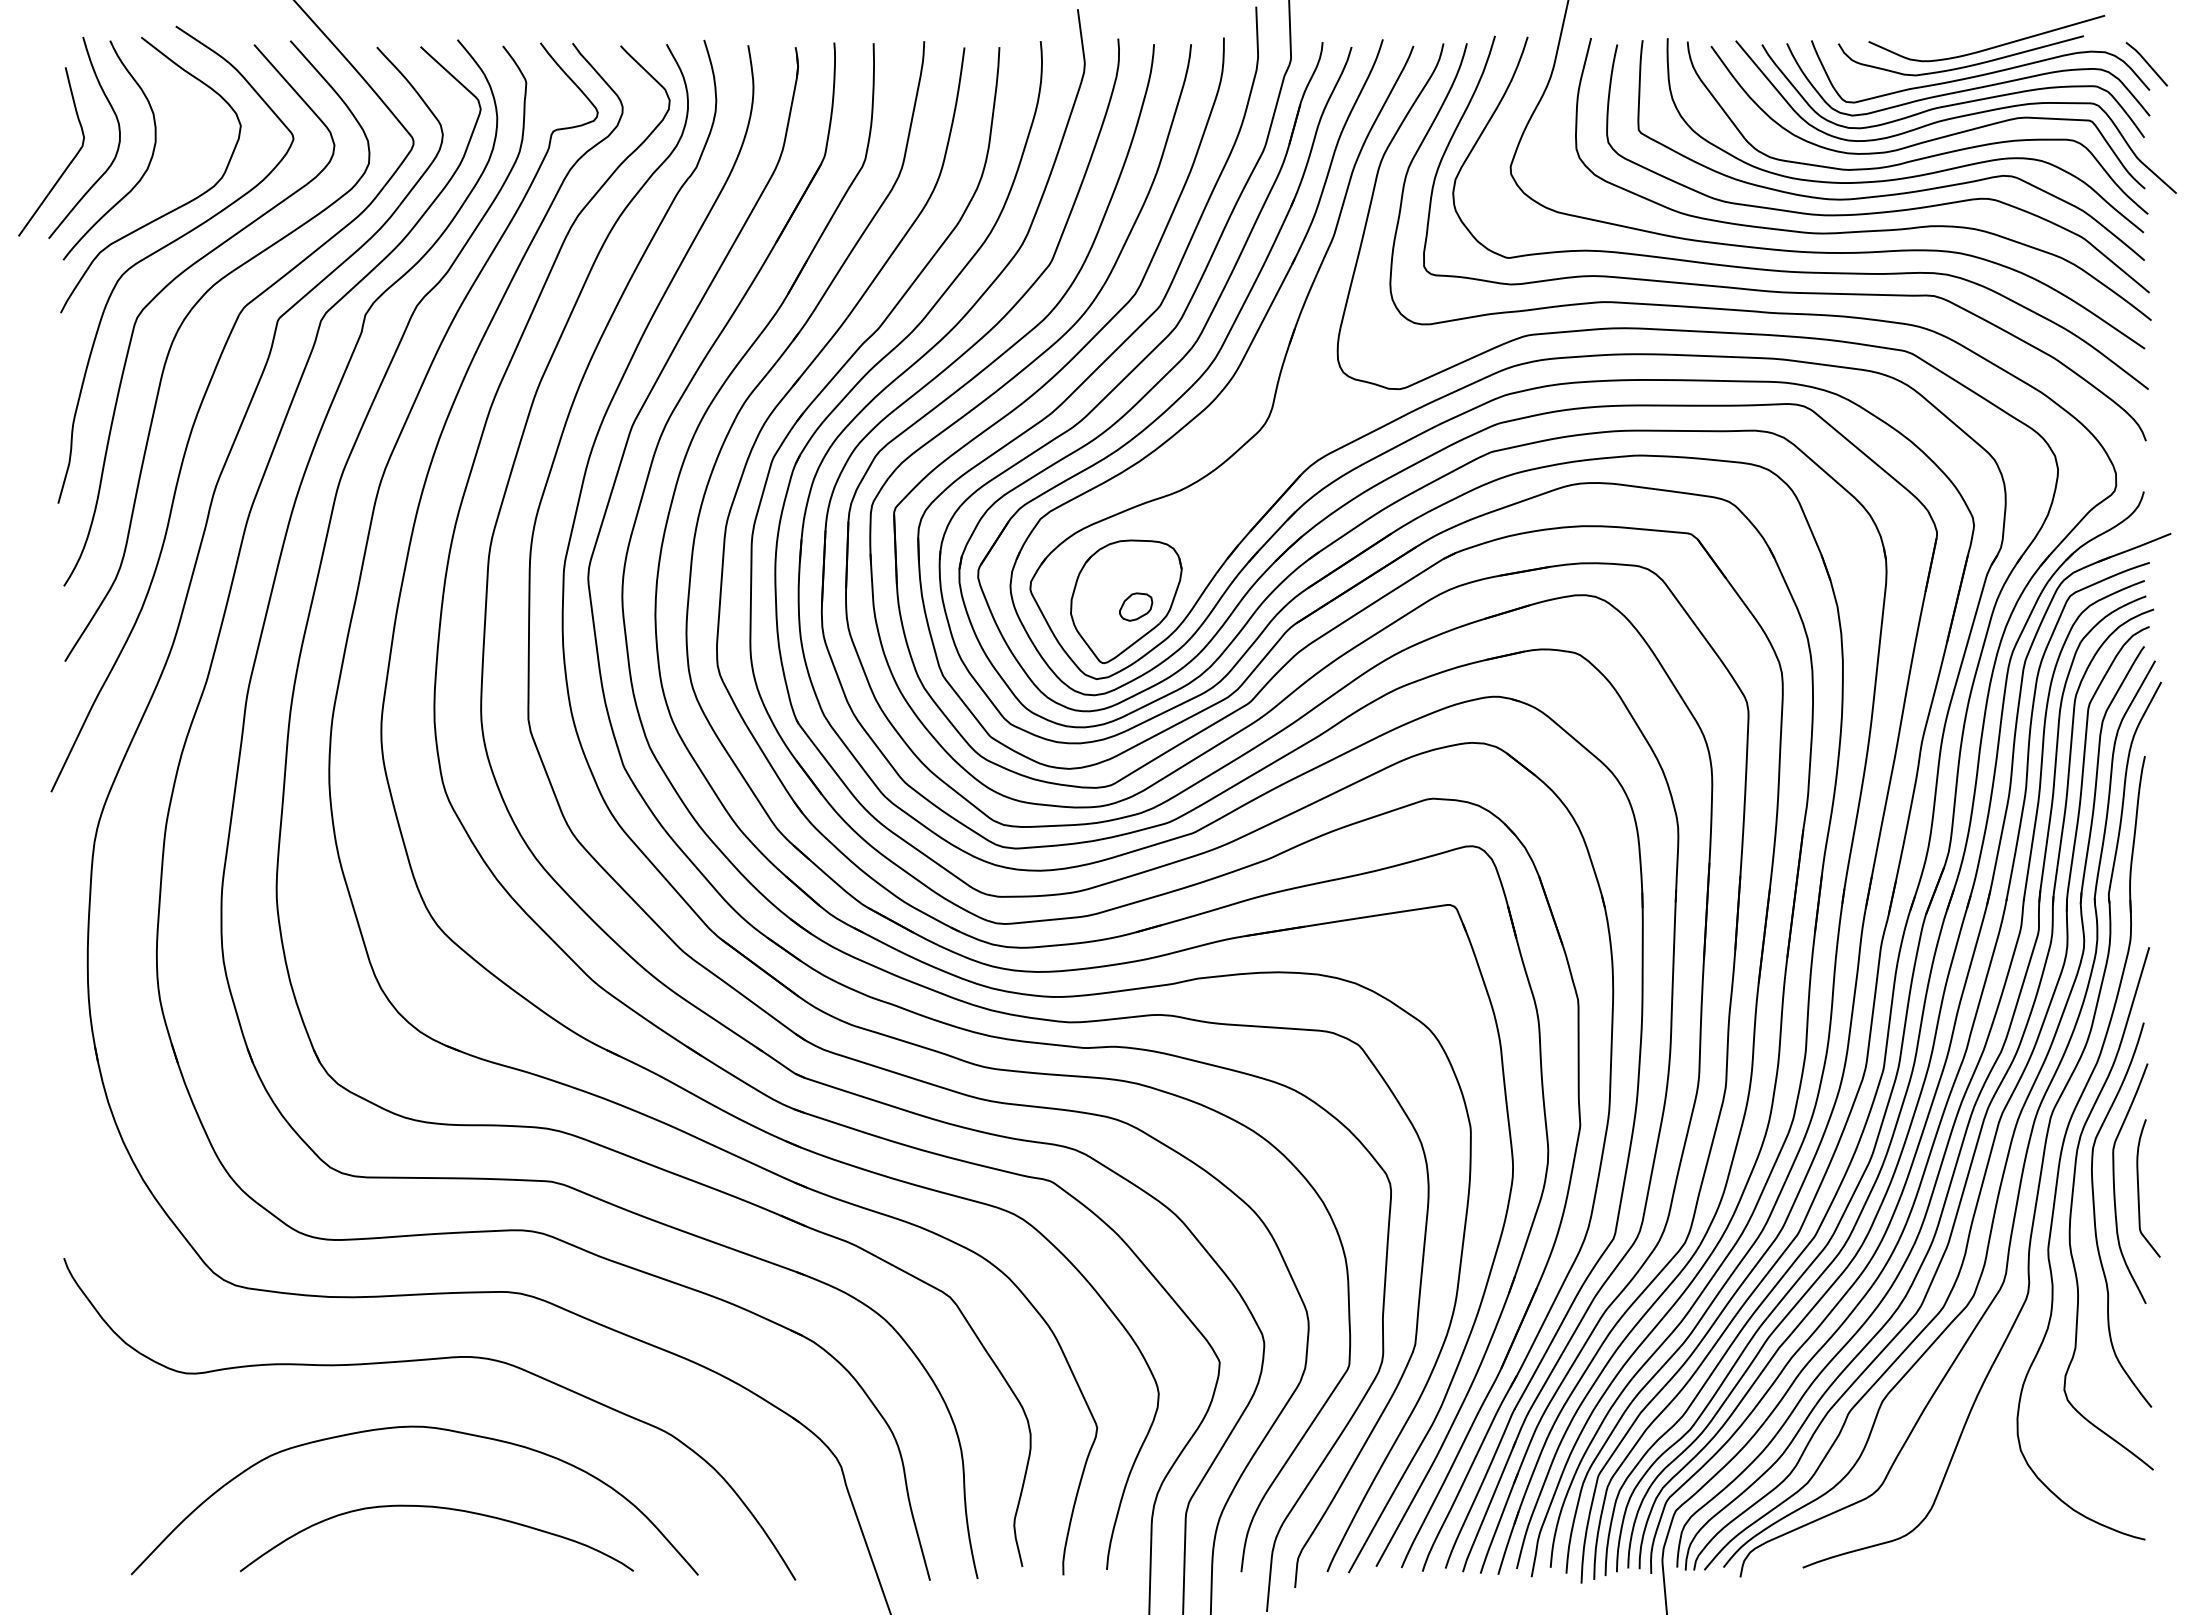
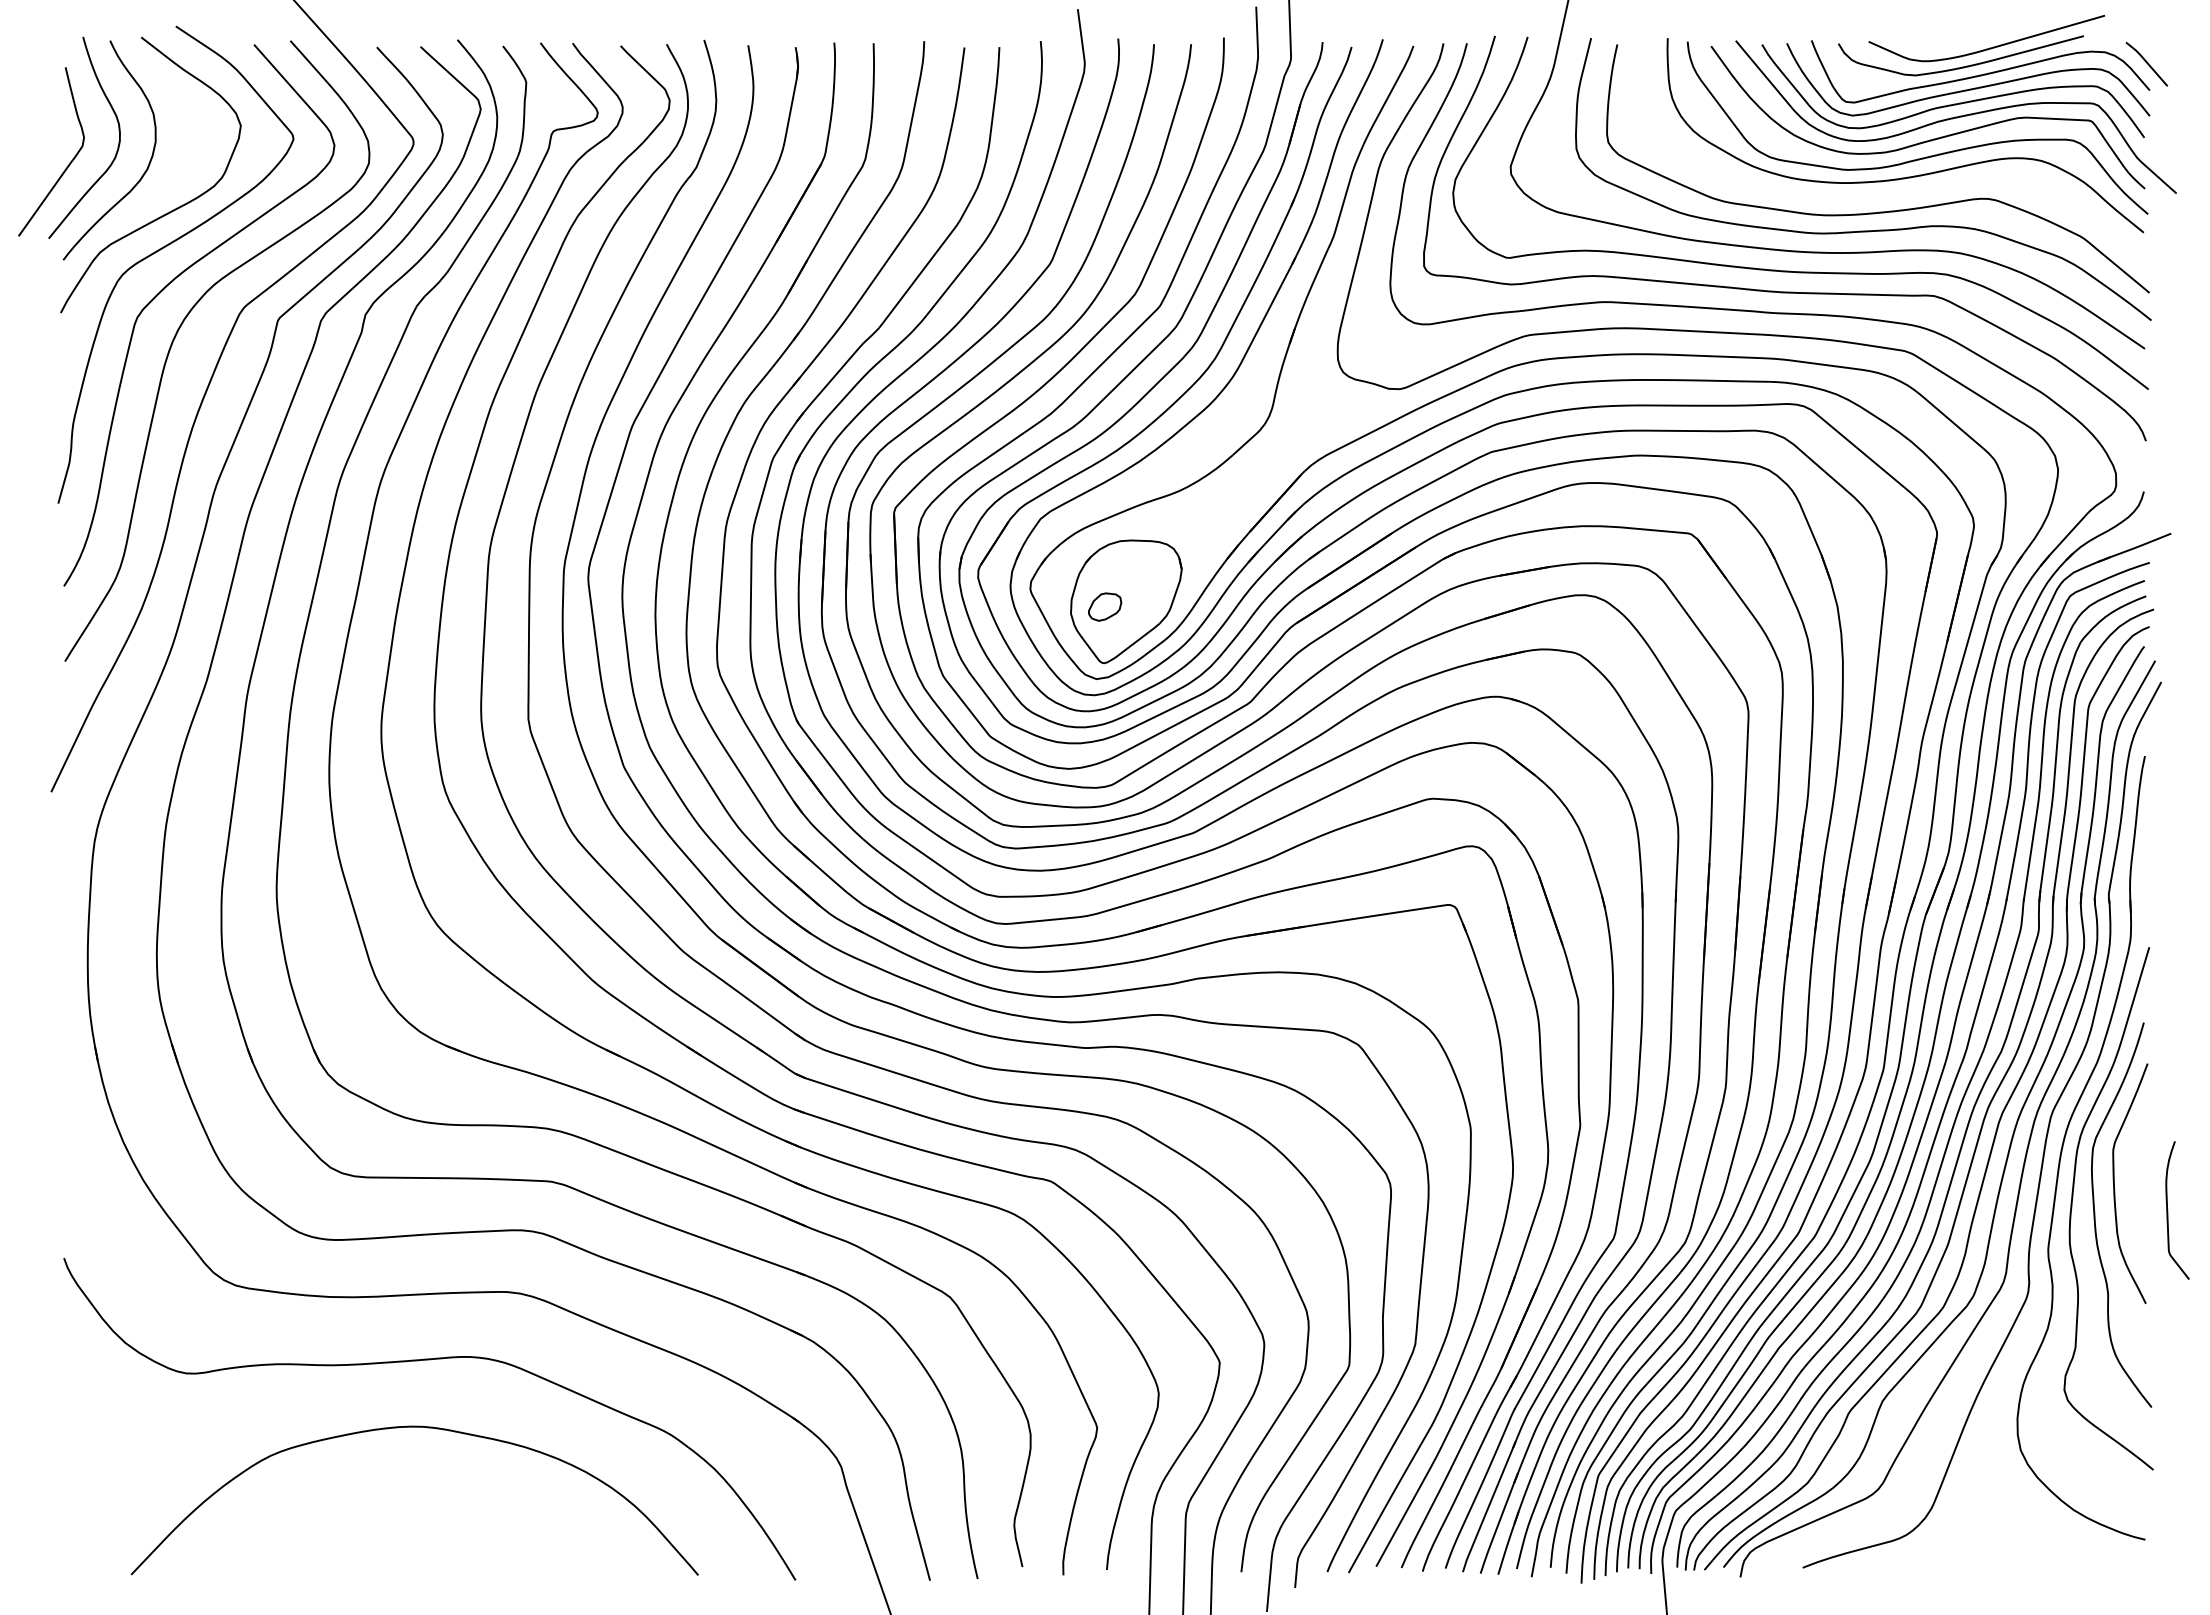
curve at (1892, 193): present -> none
part at (1136, 606) position: (1136, 606) -> (1105, 606)
curve at (2139, 1188) position: (2139, 1188) -> (2168, 1210)
curve at (436, 1508): present -> none
